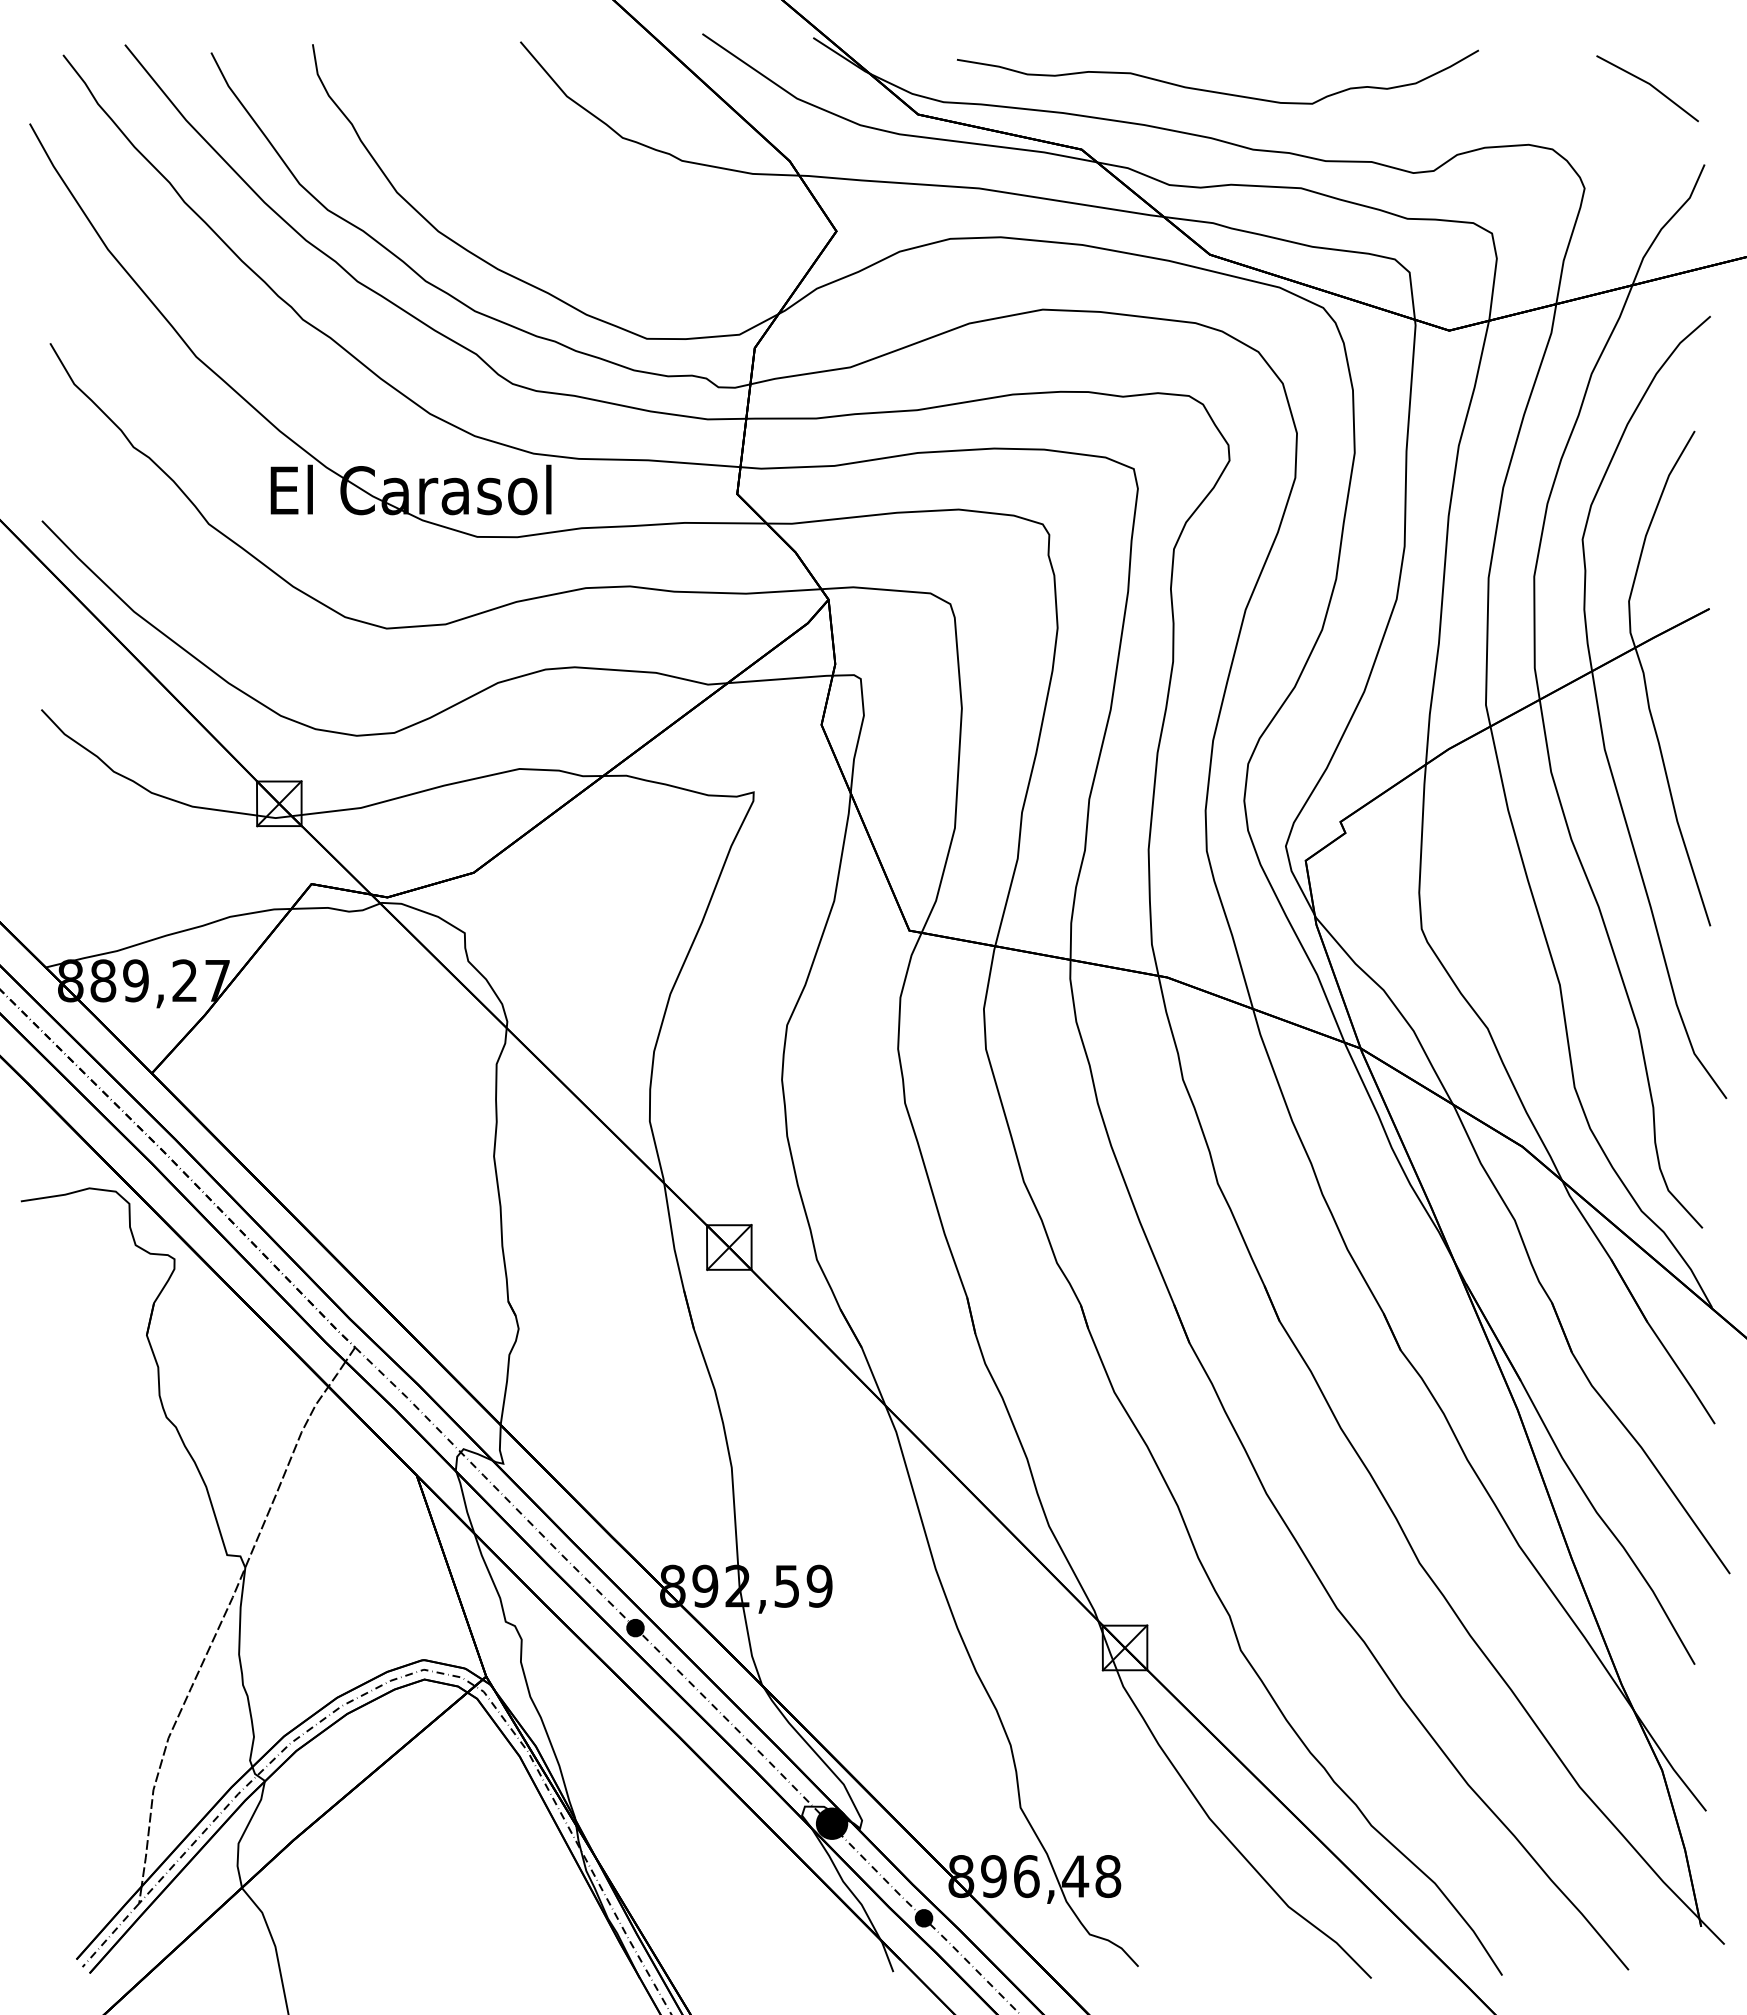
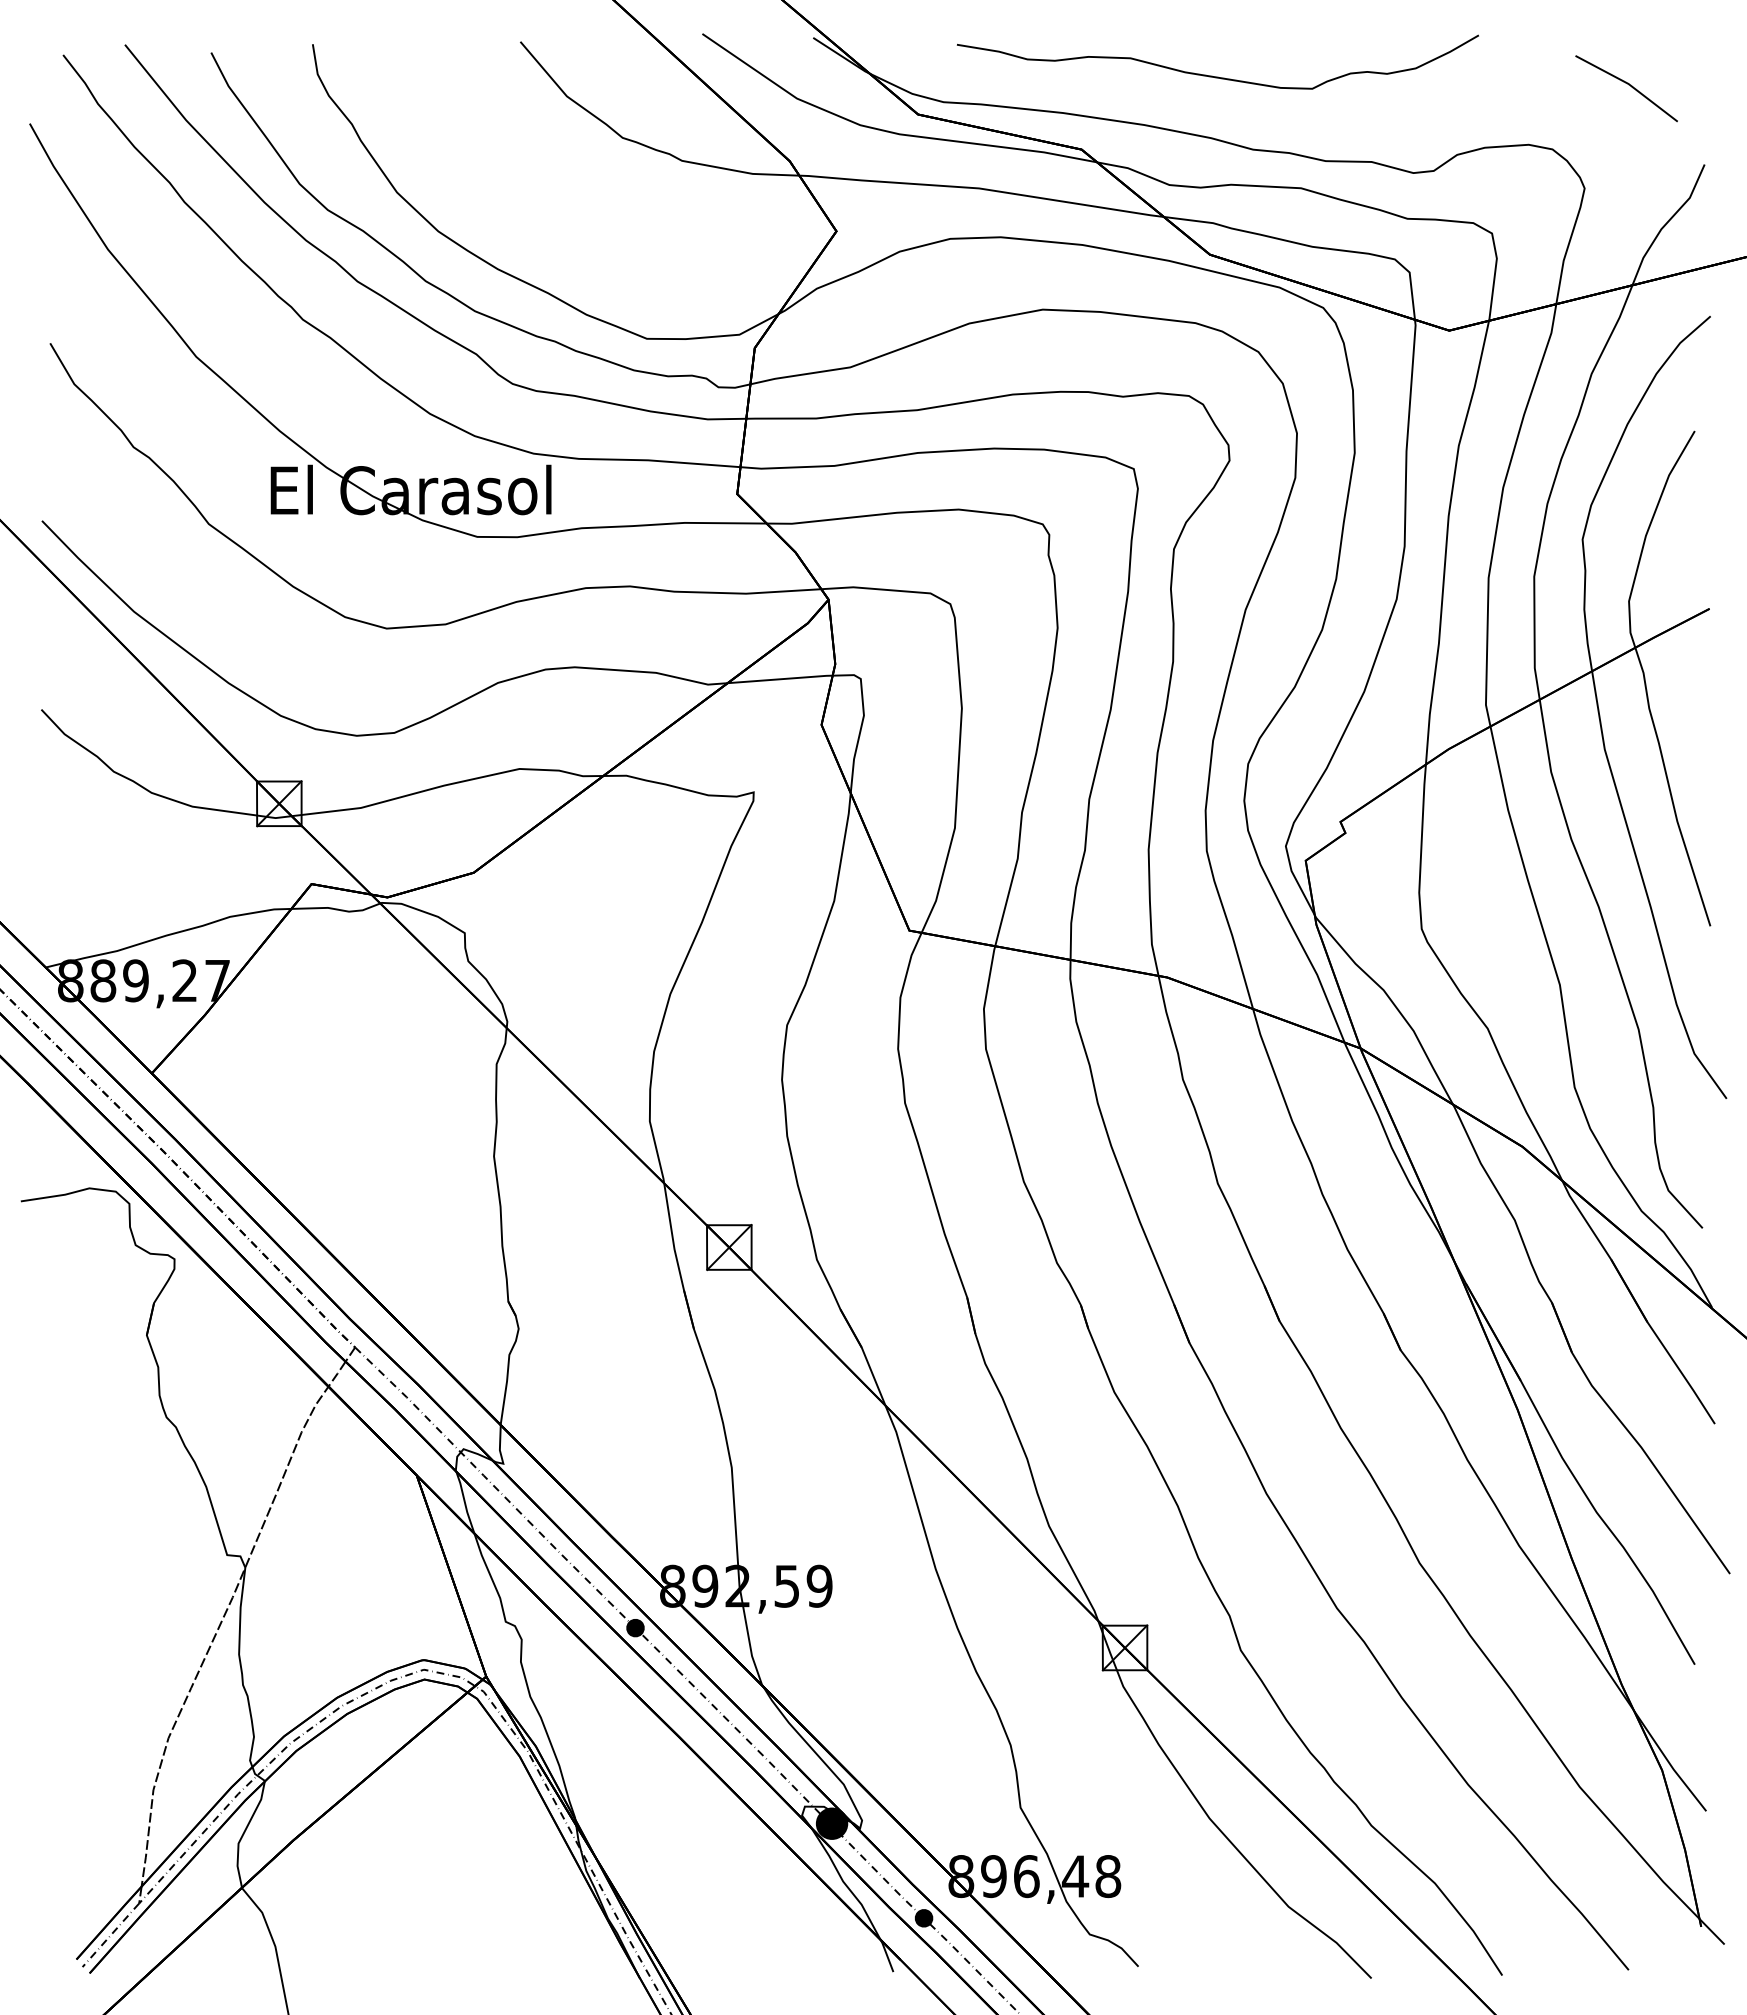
line at (1649, 85) position: (1649, 85) -> (1628, 85)
curve at (1212, 90) position: (1212, 90) -> (1212, 75)
